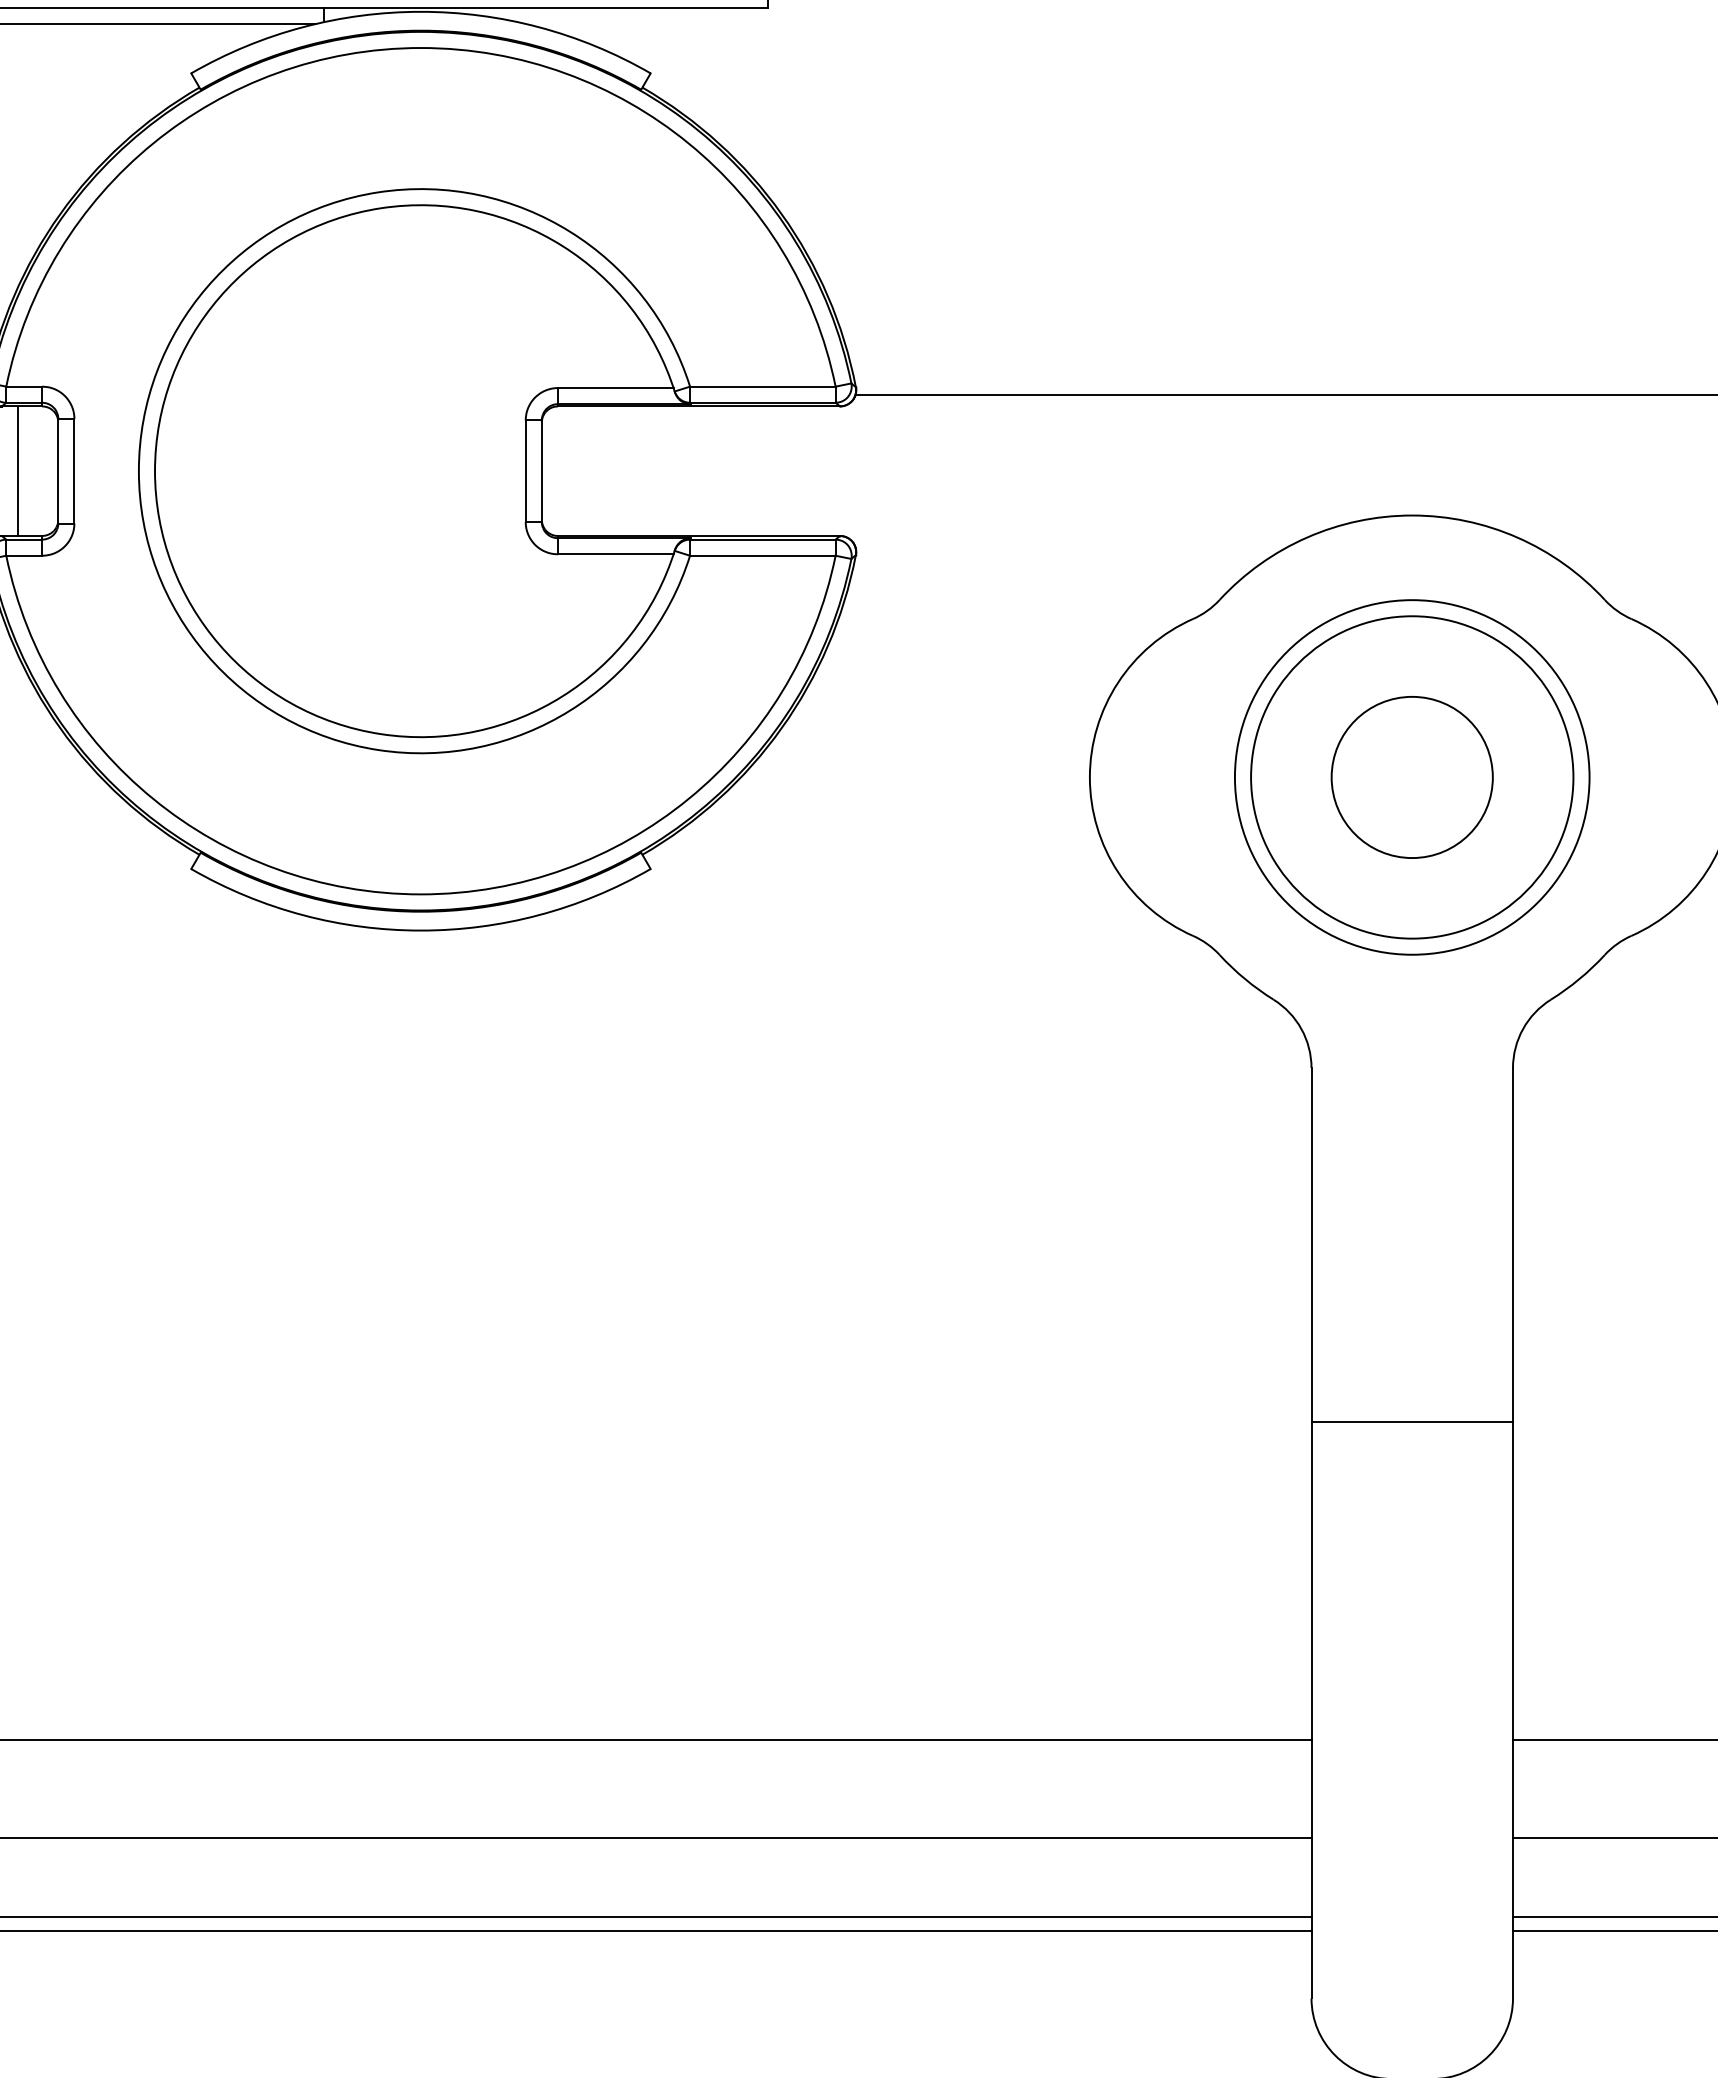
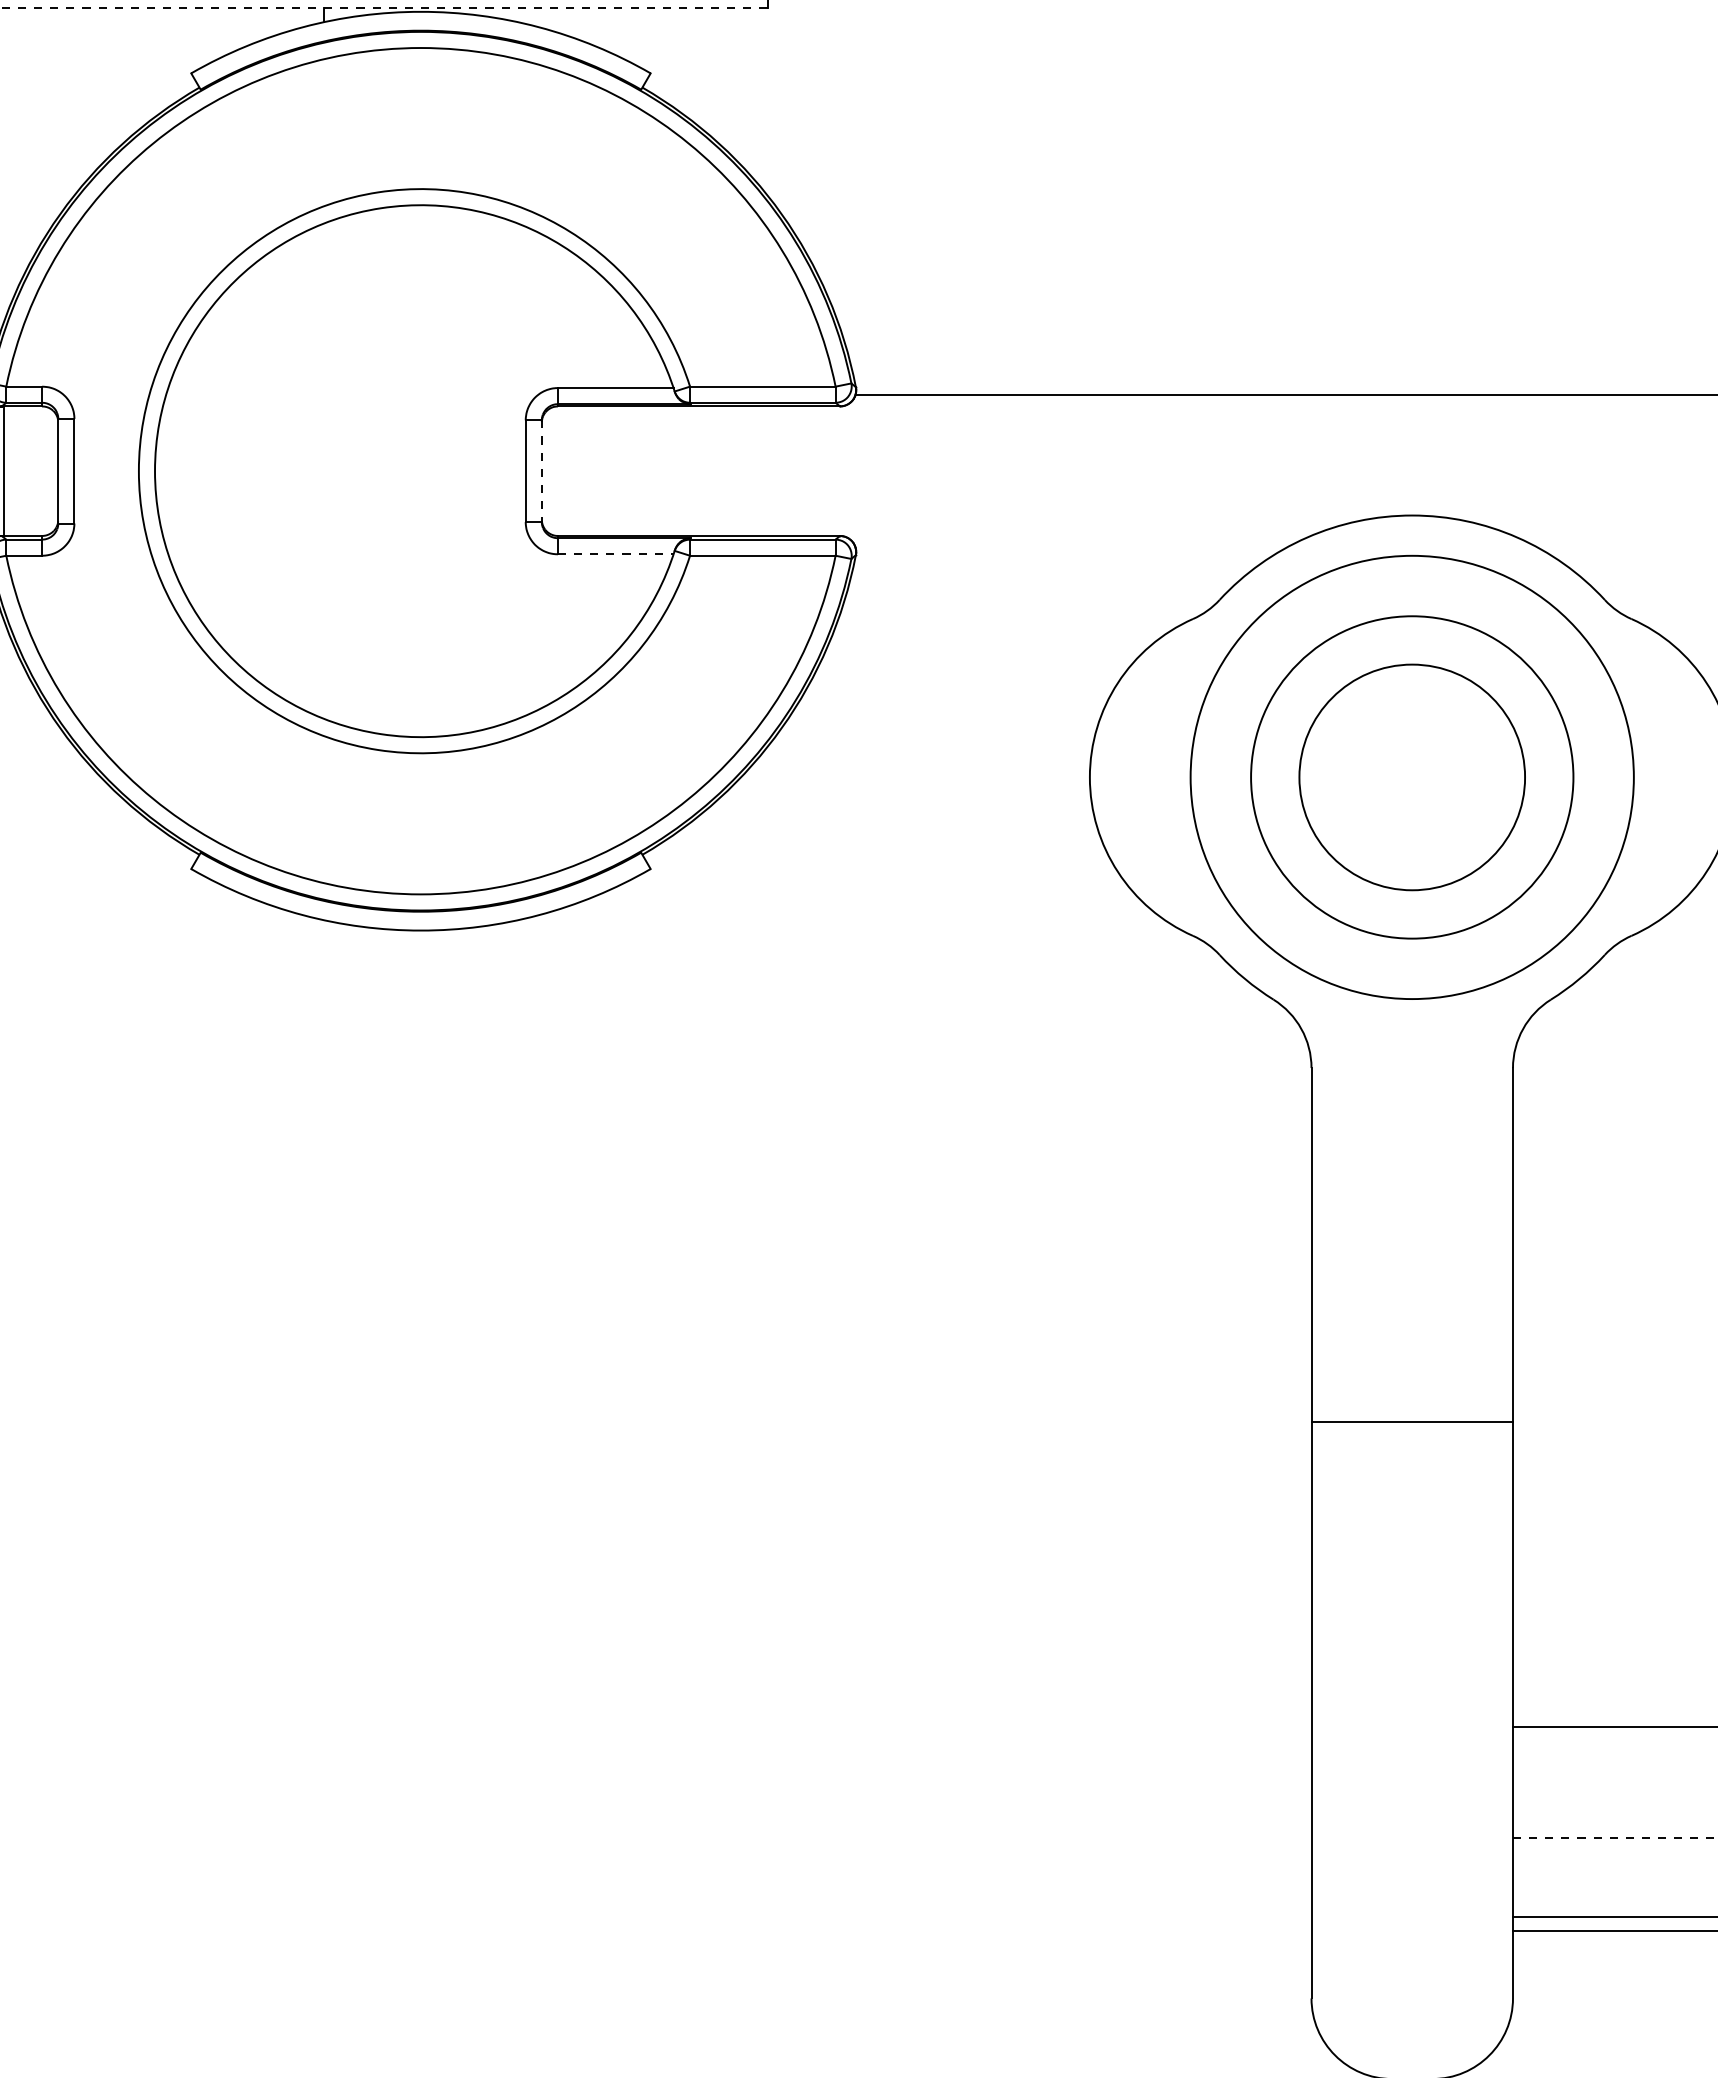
line at (383, 7): solid -> dashed
line at (159, 23): present -> none
line at (18, 470) position: (18, 470) -> (4, 470)
line at (541, 471): solid -> dashed
line at (615, 554): solid -> dashed
circle at (1411, 777) diameter: 161 px -> 226 px
circle at (1411, 777) diameter: 355 px -> 443 px
line at (656, 1739): present -> none
line at (1613, 1739) position: (1613, 1739) -> (1613, 1726)
line at (656, 1837): present -> none
line at (1614, 1837): solid -> dashed
line at (656, 1916): present -> none
line at (656, 1930): present -> none
